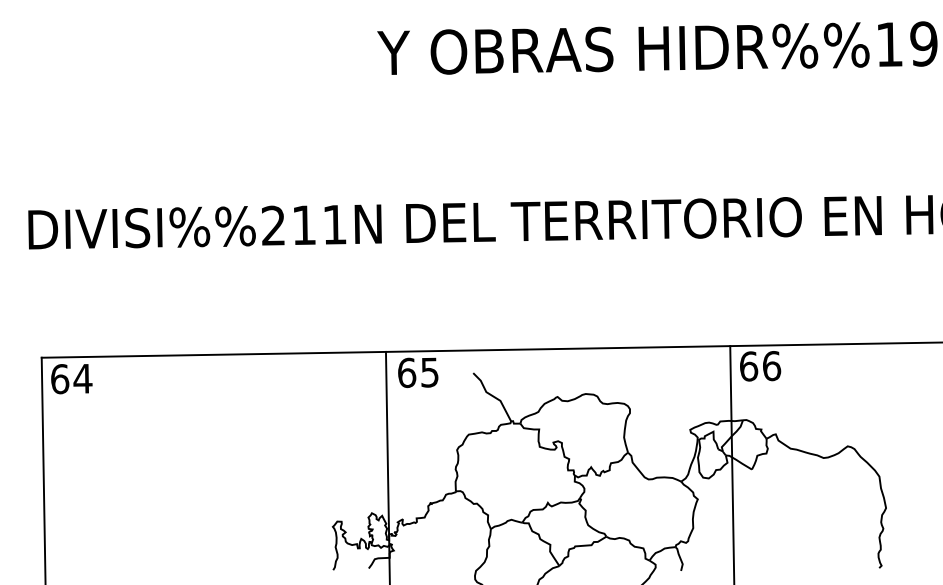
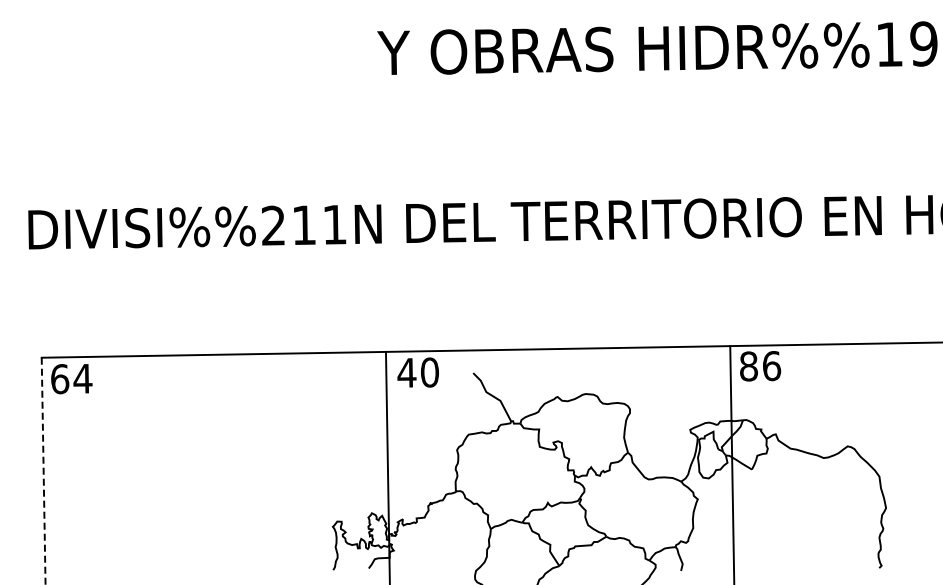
text at (749, 366): 66 -> 86
text at (417, 372): 65 -> 40
line at (43, 471): solid -> dashed
